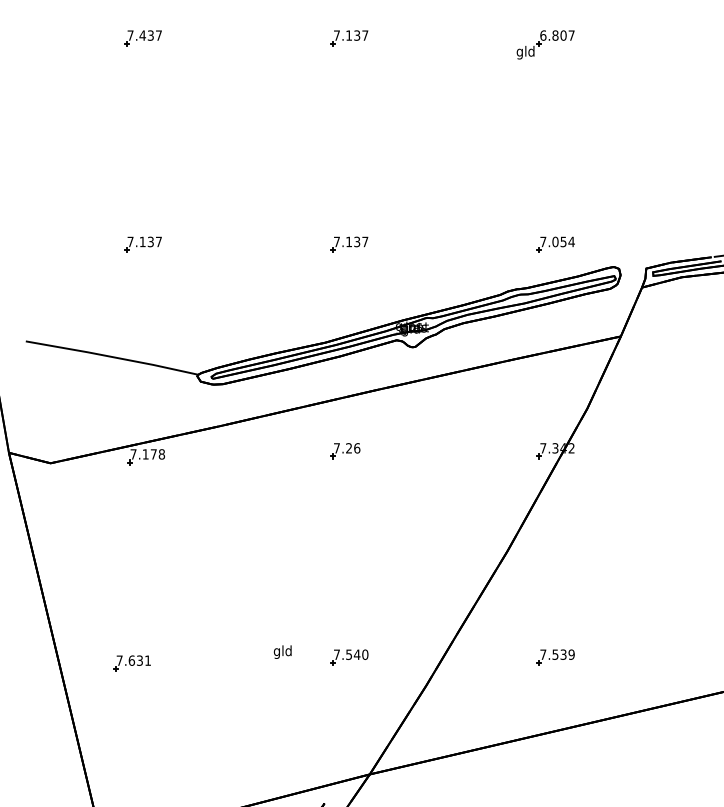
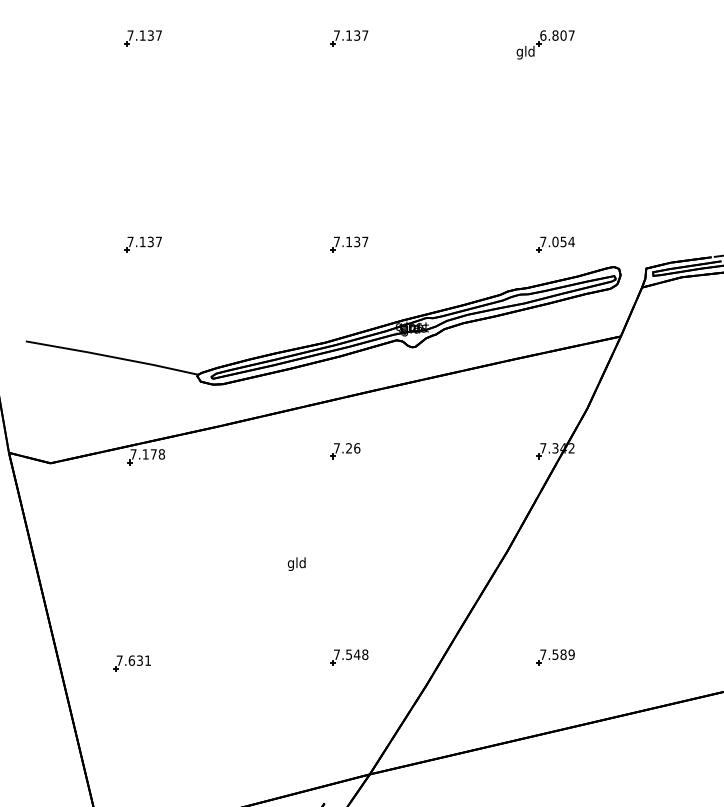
text at (142, 35): 7.437 -> 7.137
text at (282, 651) position: (282, 651) -> (296, 563)
text at (365, 654): 7.540 -> 7.548
text at (563, 654): 7.539 -> 7.589
